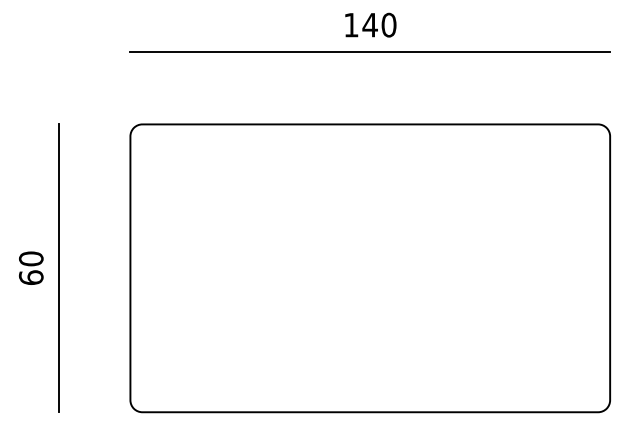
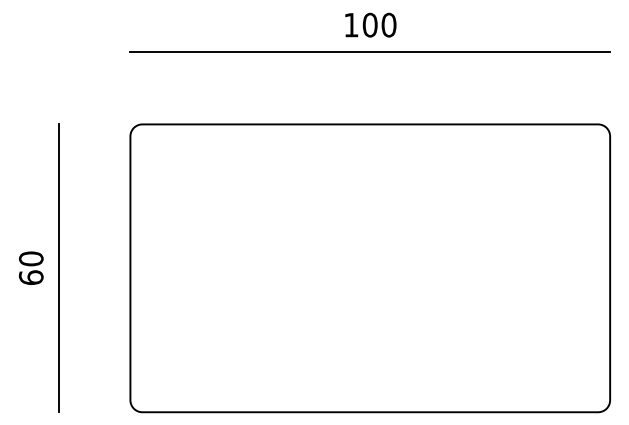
text at (369, 24): 140 -> 100
